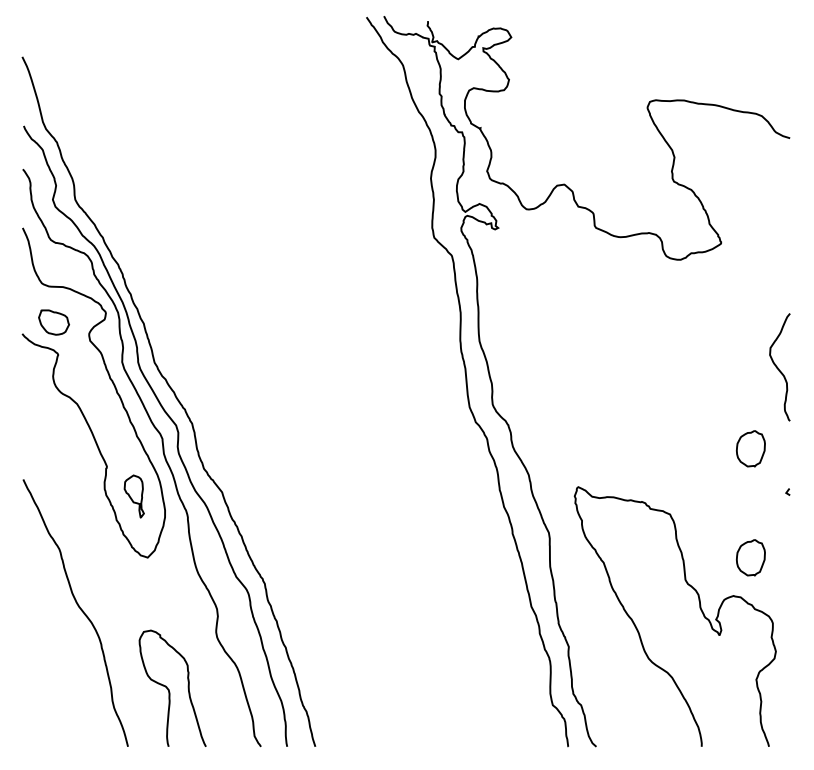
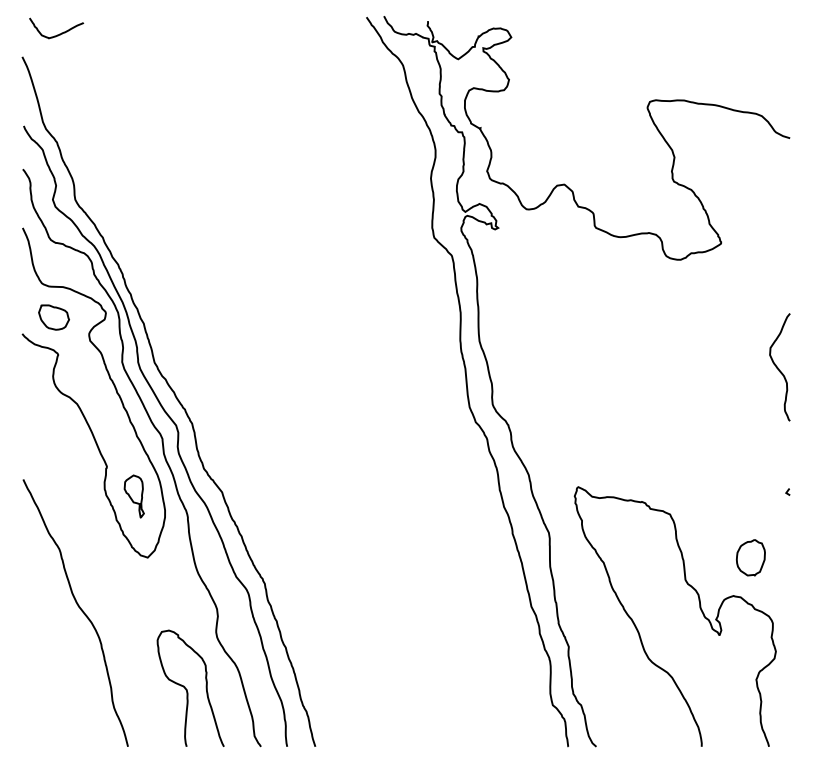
curve at (59, 33): none -> present
part at (53, 322) position: (53, 322) -> (53, 317)
part at (750, 448): present -> none
curve at (169, 689) position: (169, 689) -> (187, 689)
